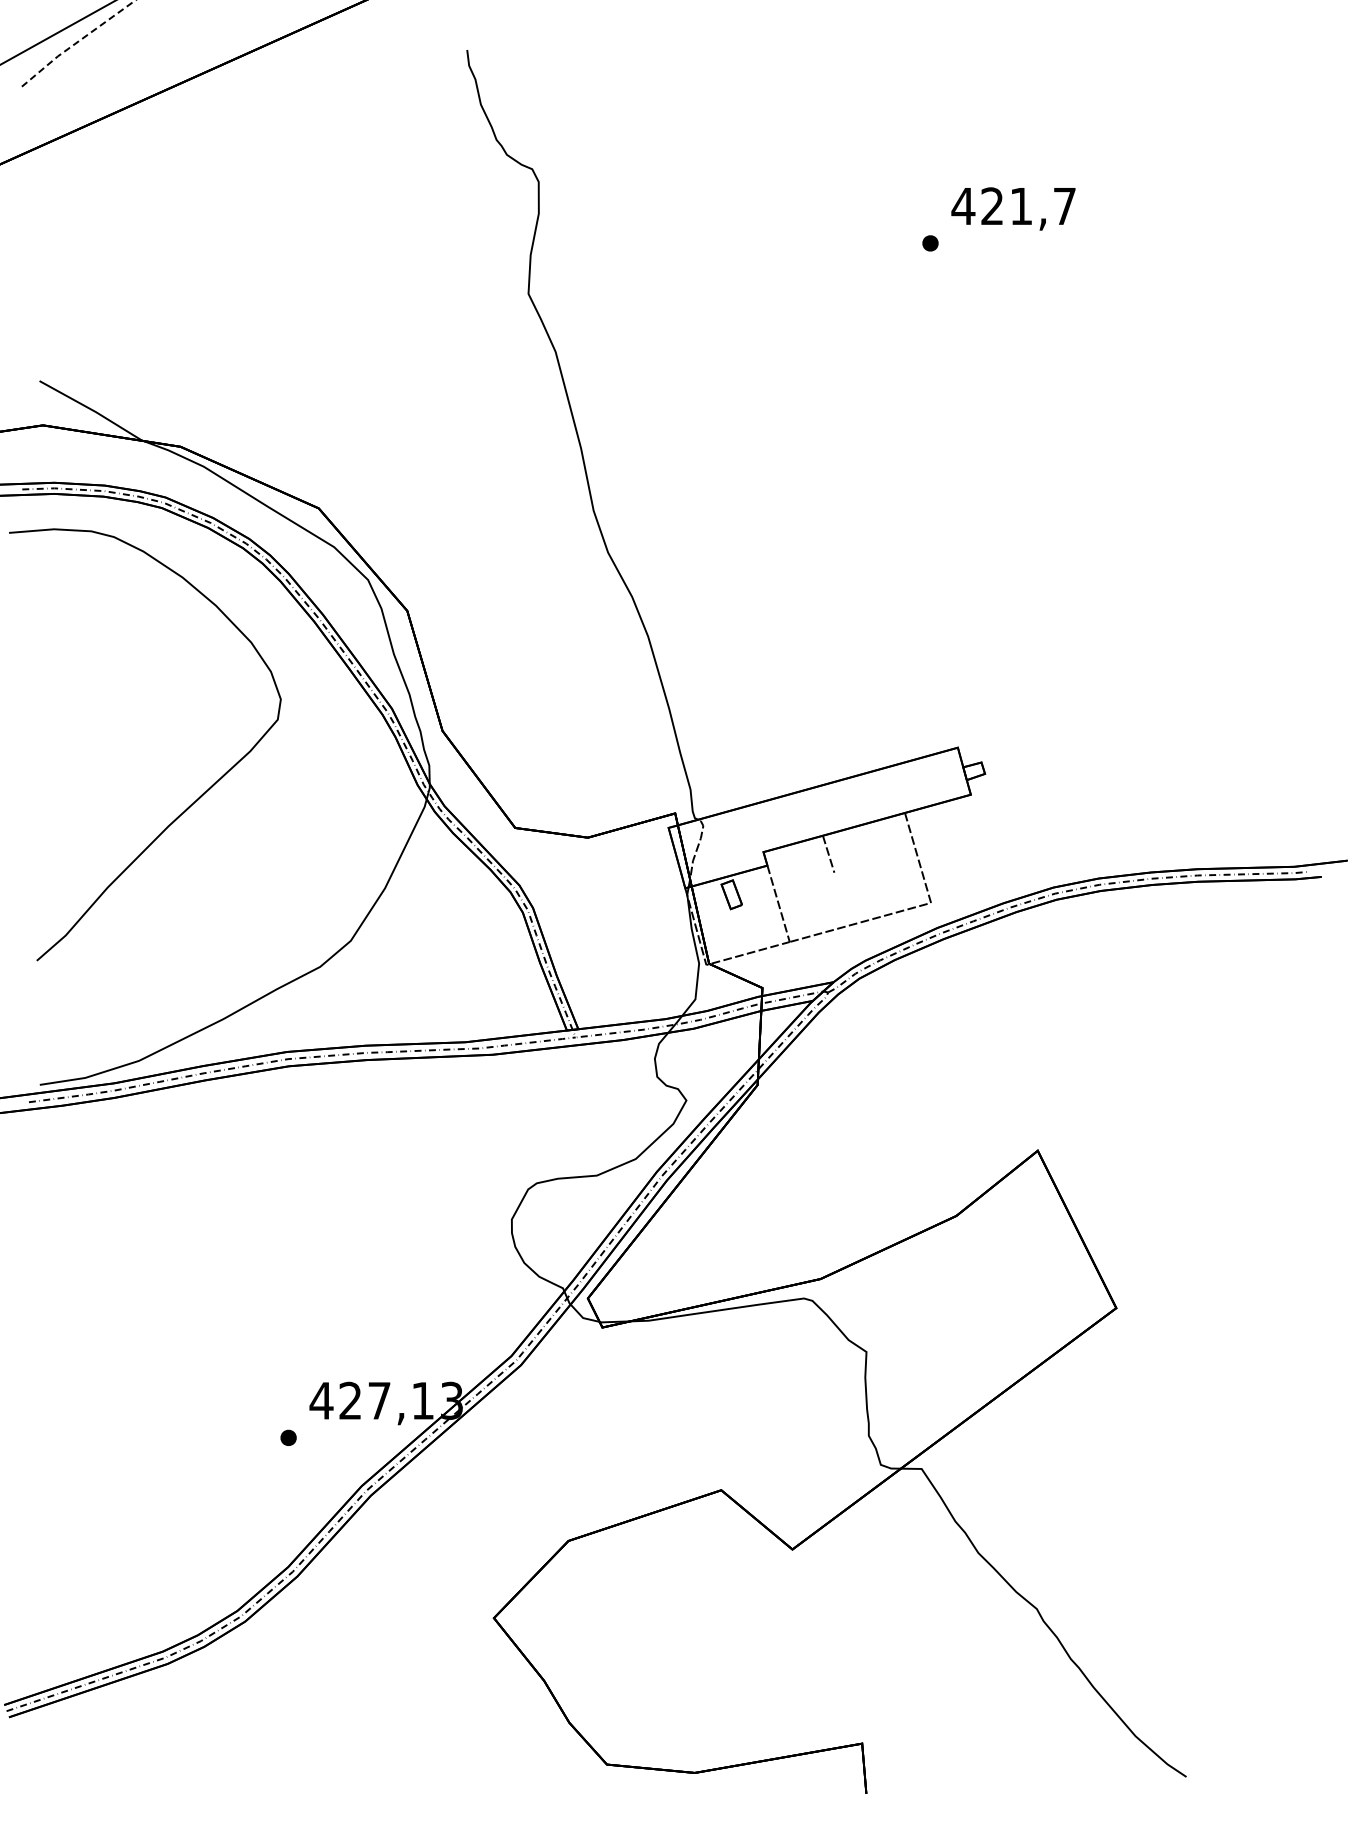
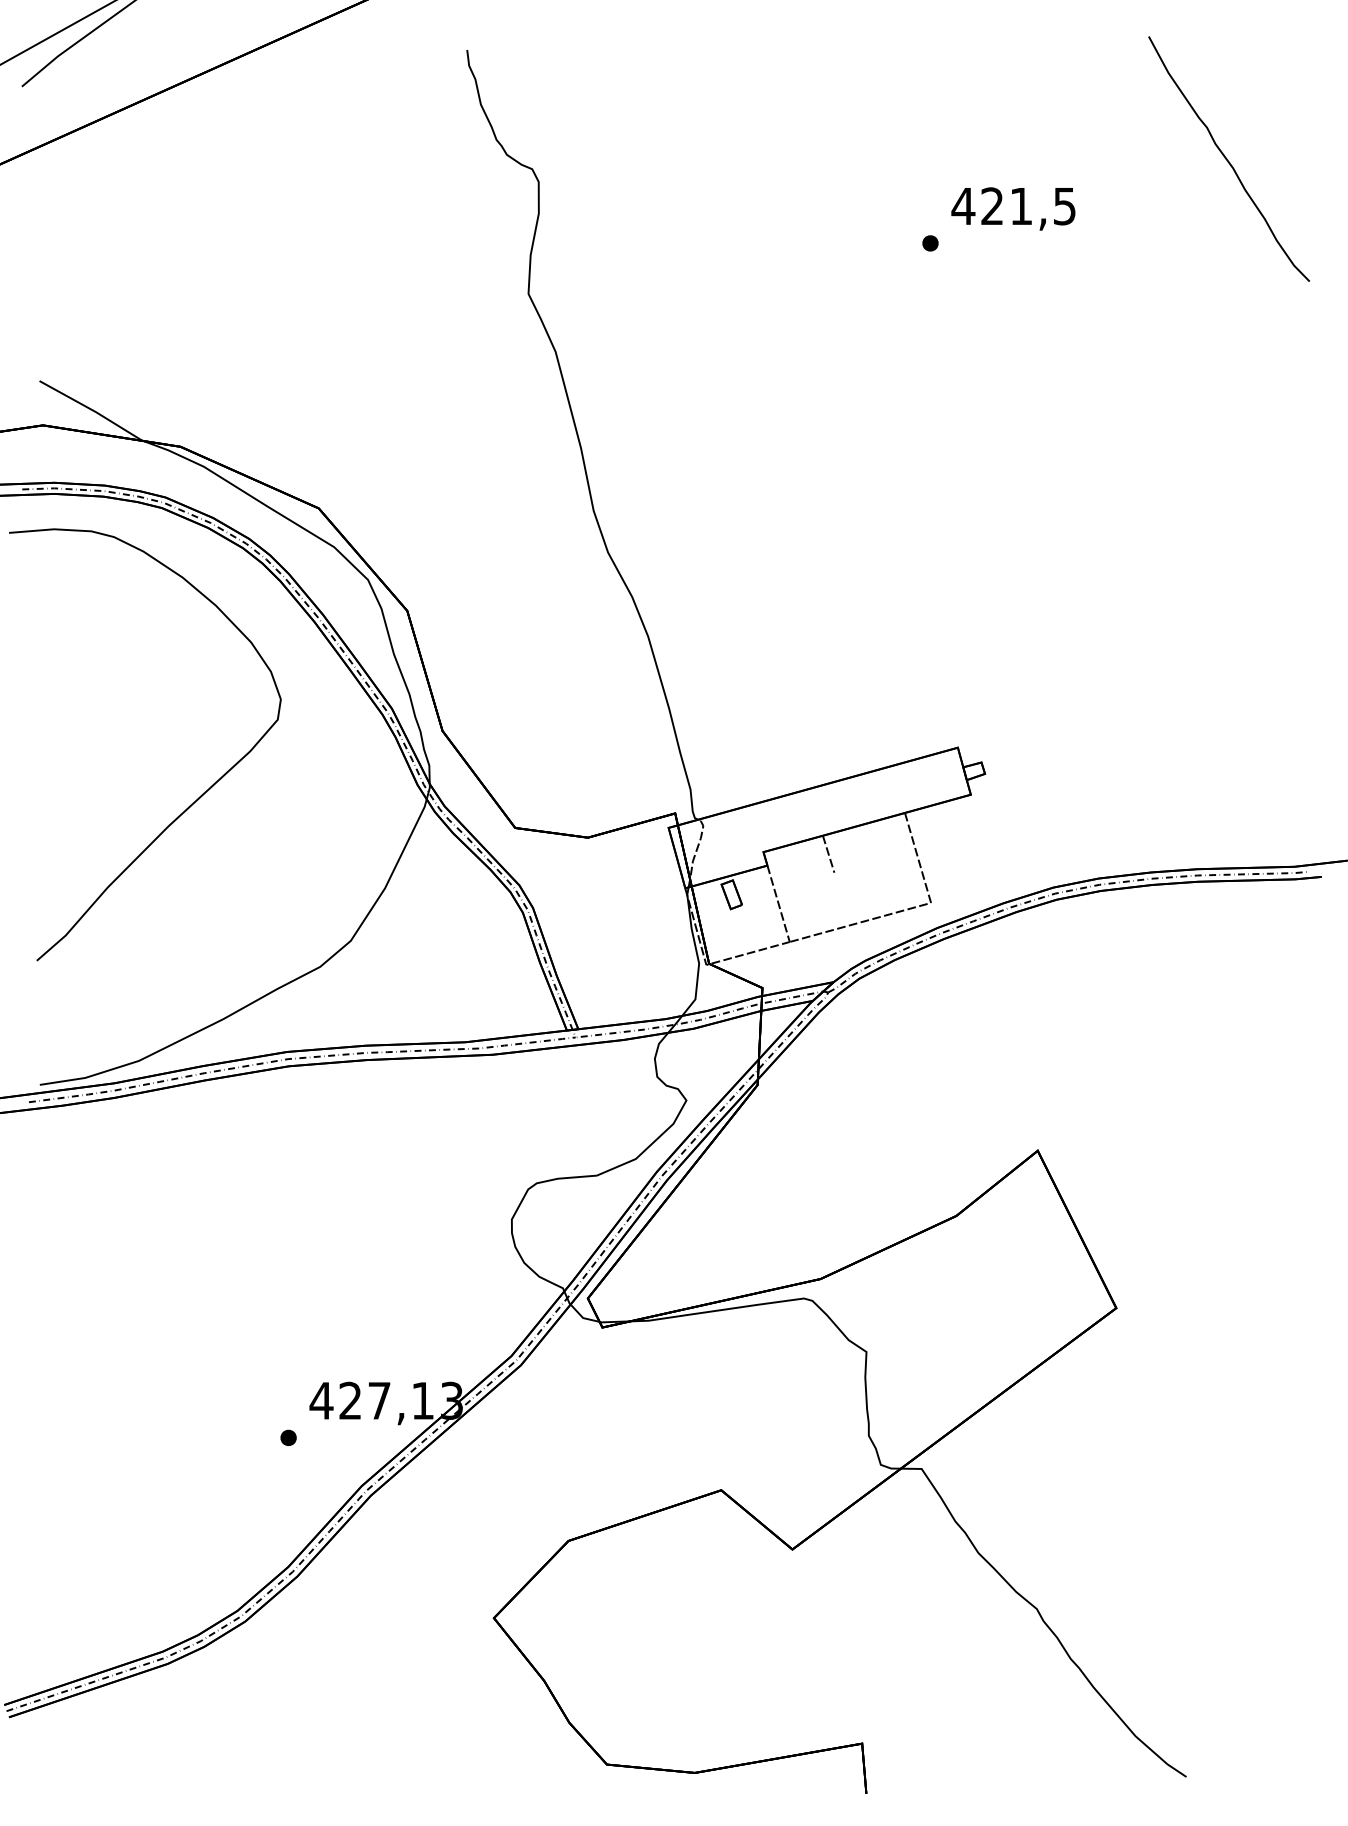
line at (77, 42): dashed -> solid
curve at (1227, 158): none -> present
text at (1064, 206): 421,7 -> 421,5
